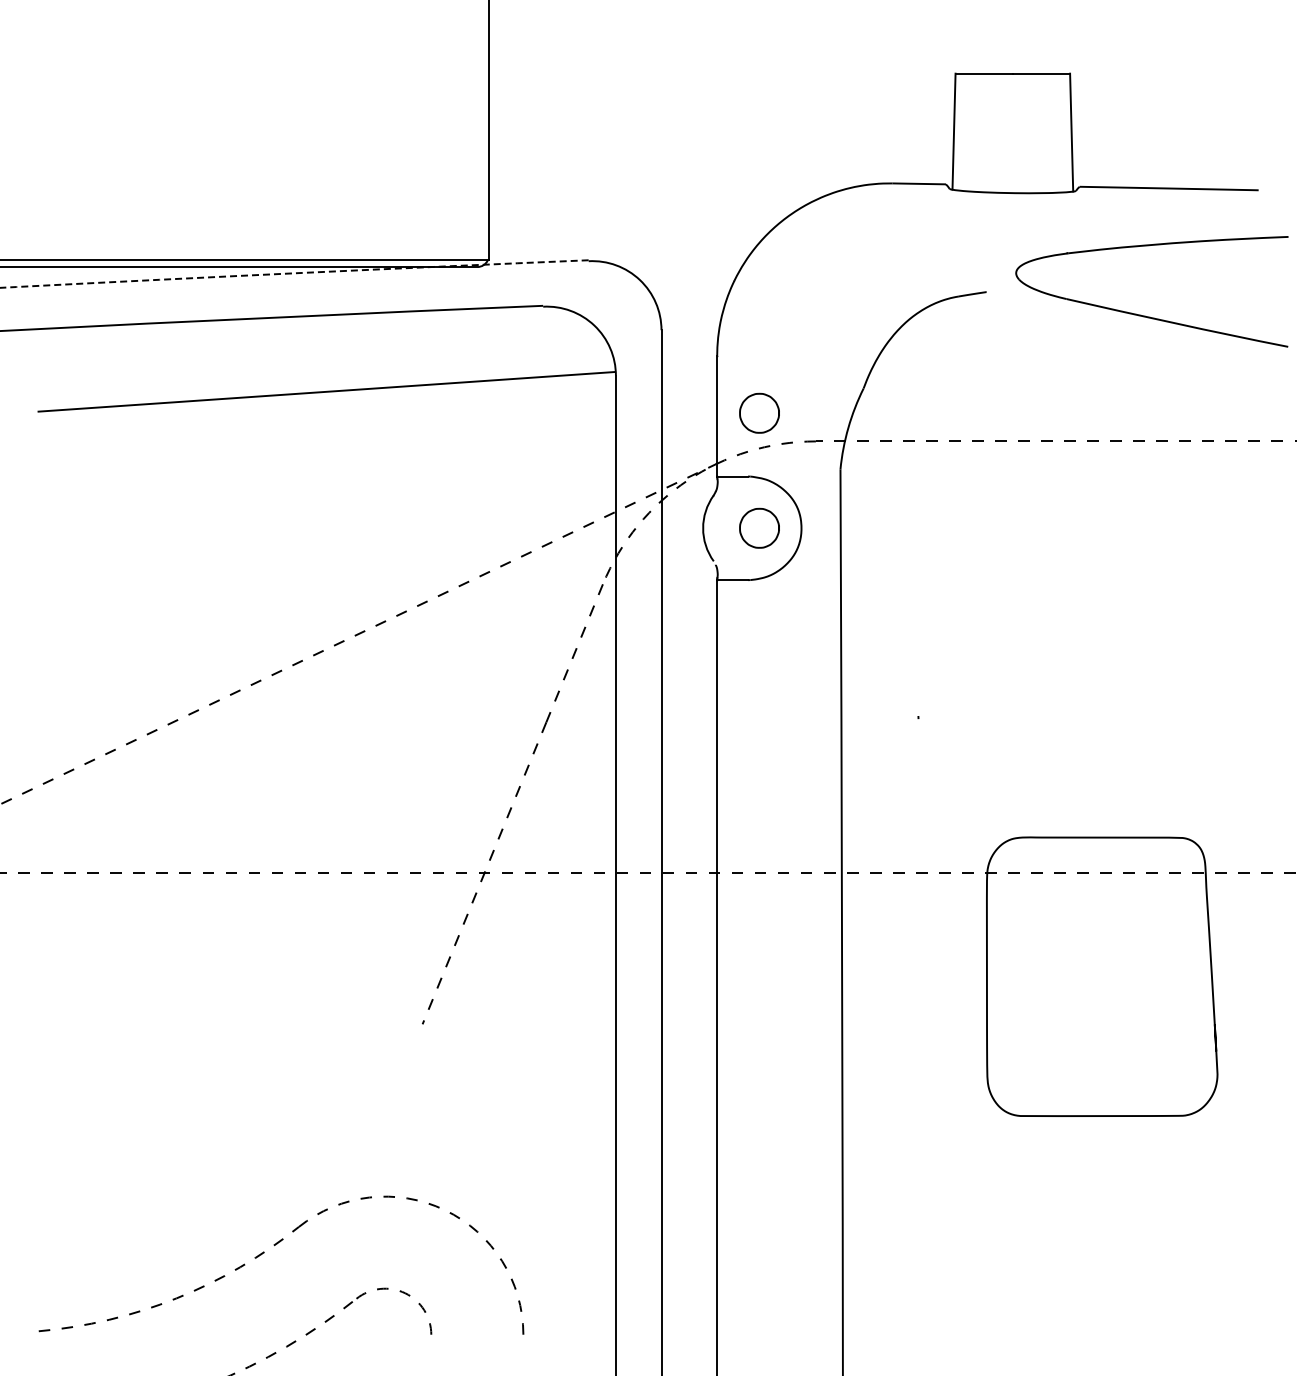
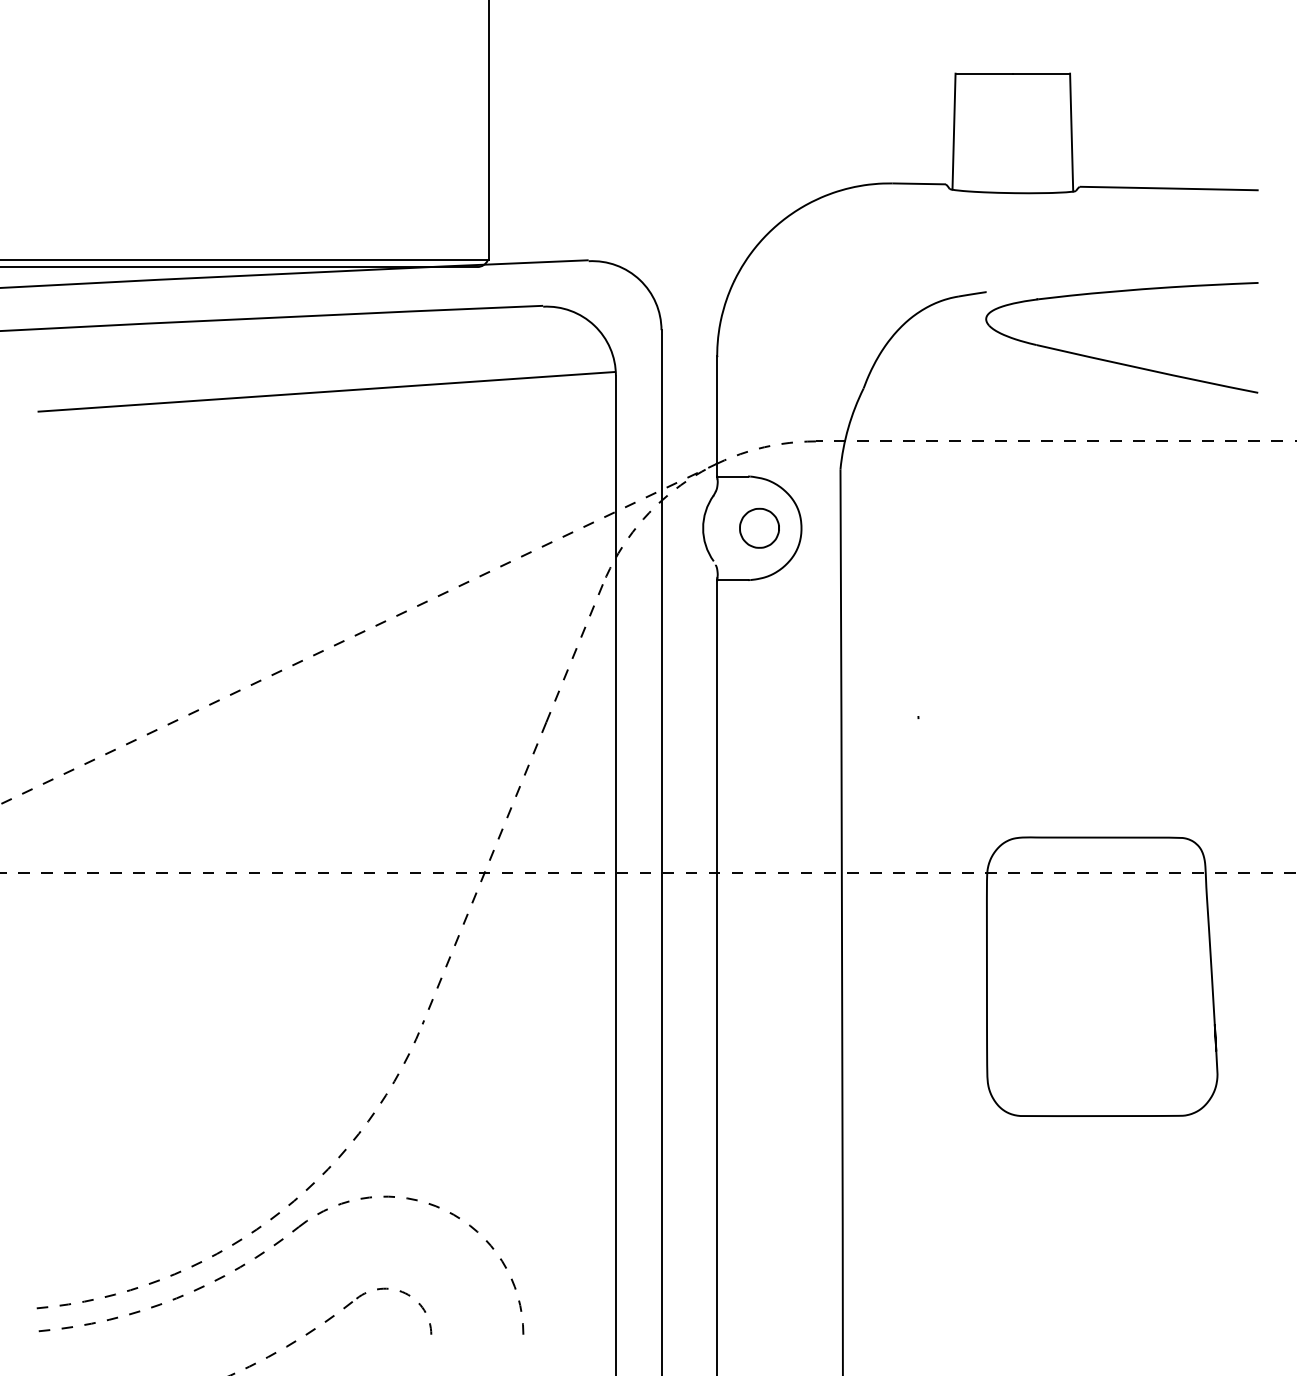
arc at (294, 273): dashed -> solid
part at (1145, 315) position: (1145, 315) -> (1115, 361)
curve at (752, 396): present -> none
arc at (260, 1225): none -> present
